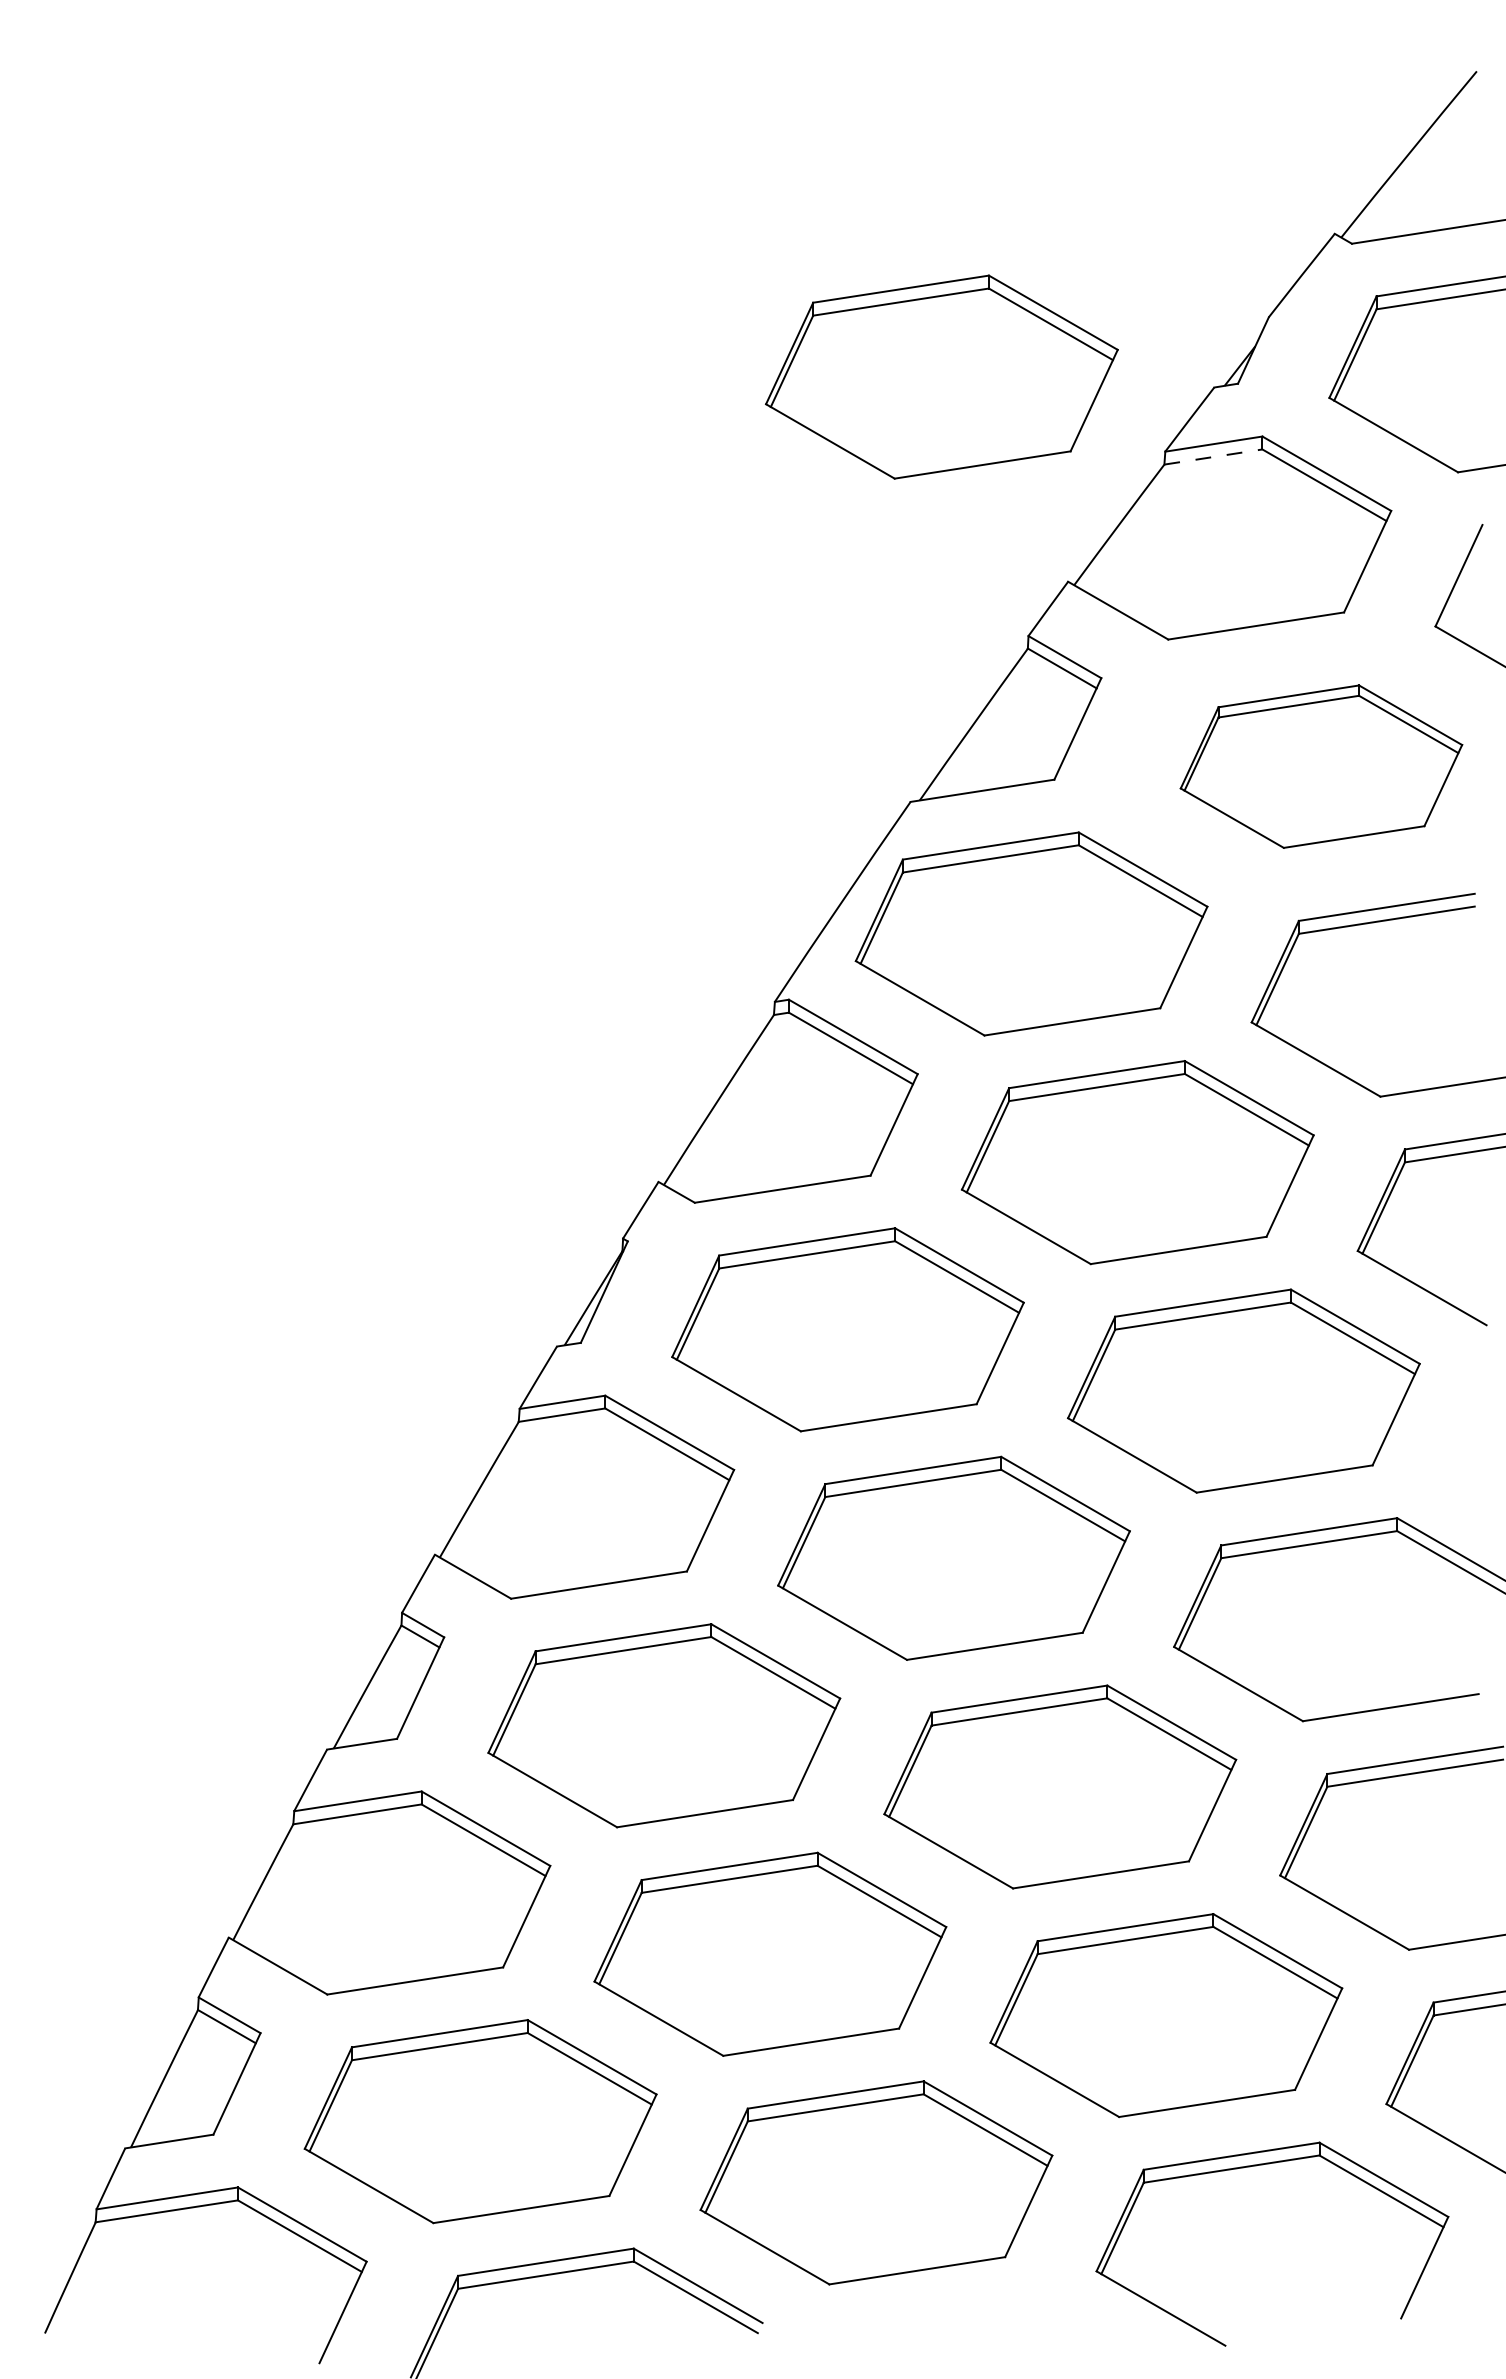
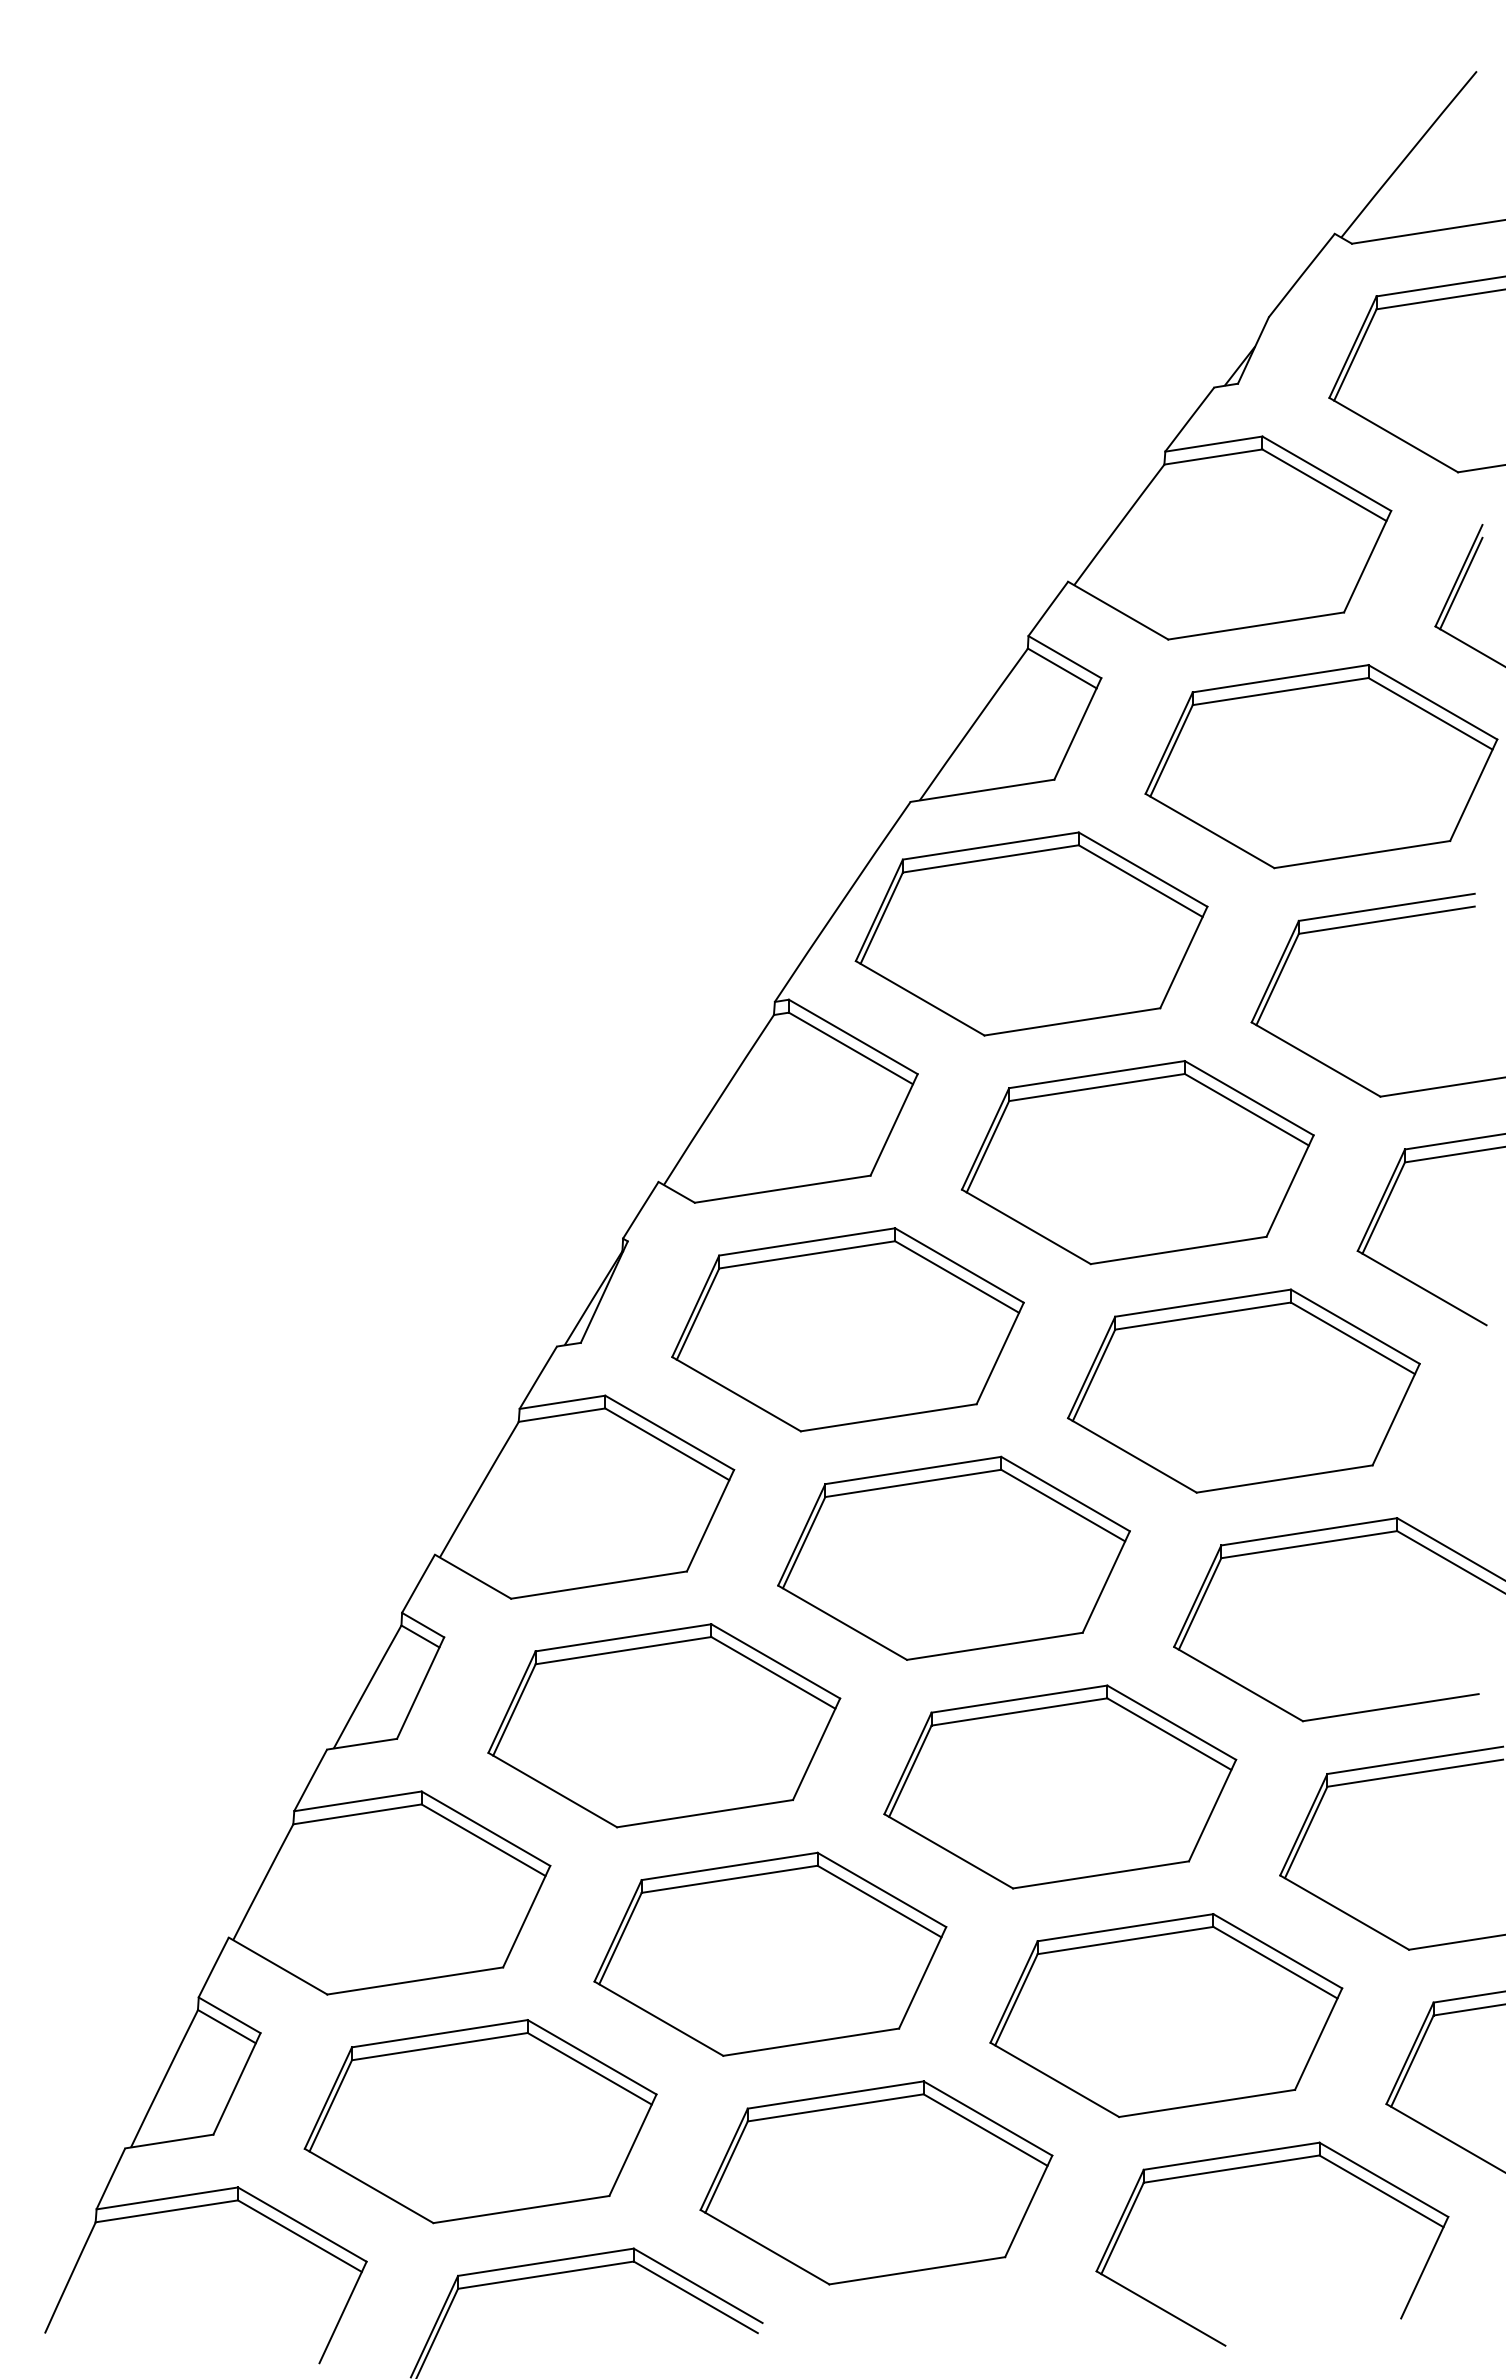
part at (941, 376): present -> none
line at (1213, 457): dashed -> solid
line at (1461, 583): none -> present
part at (1321, 766) size: 285x165 px -> 355x206 px
